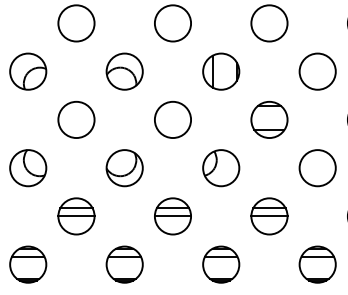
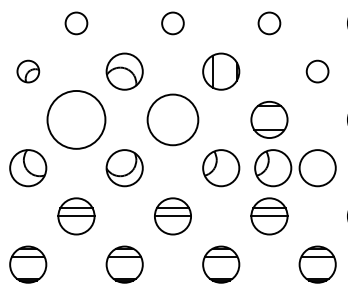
circle at (76, 23) diameter: 36 px -> 22 px
circle at (172, 23) diameter: 36 px -> 22 px
circle at (269, 23) diameter: 36 px -> 22 px
part at (28, 71) size: 39x39 px -> 25x25 px
circle at (317, 71) size: 39x39 px -> 25x25 px
circle at (76, 119) diameter: 36 px -> 58 px
circle at (172, 119) diameter: 36 px -> 51 px
part at (273, 168): none -> present
